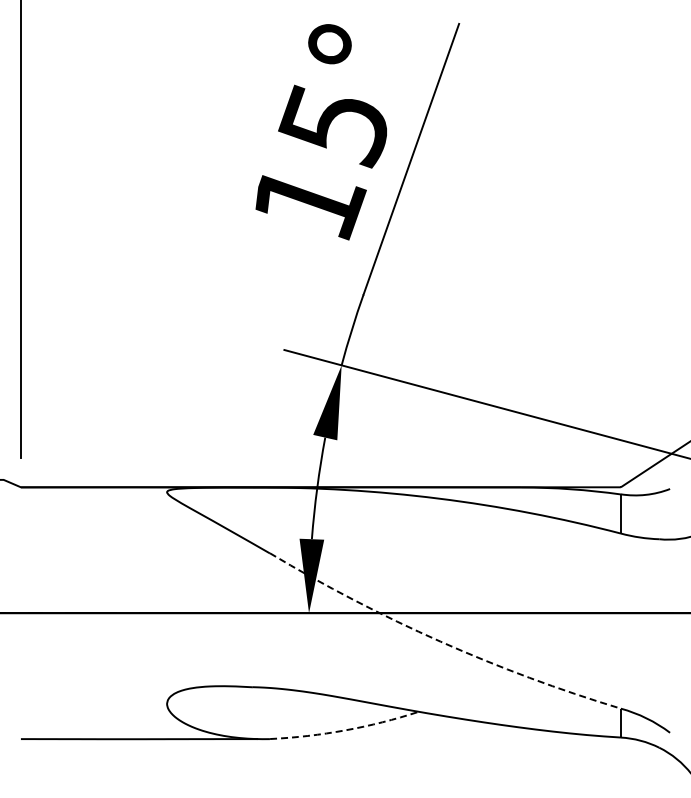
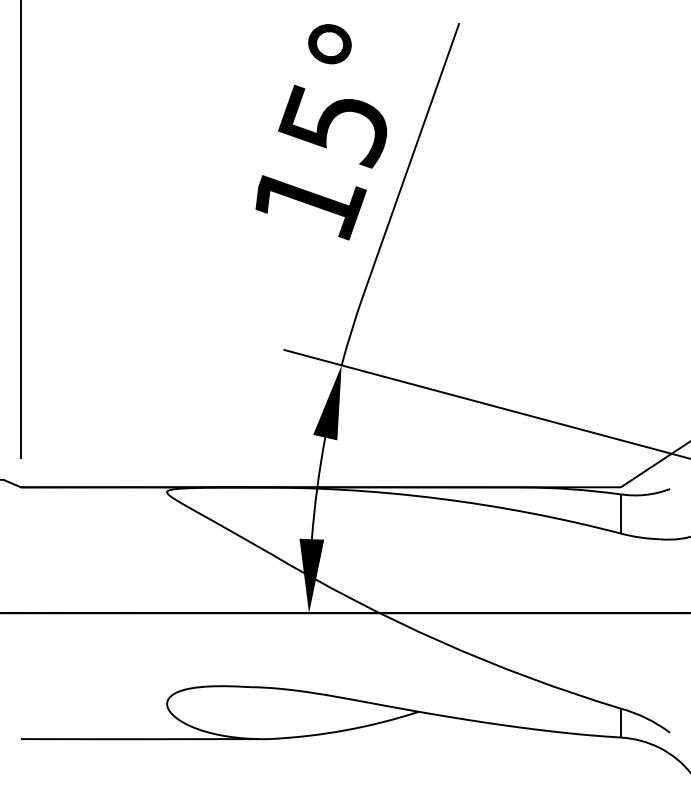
arc at (440, 641): dashed -> solid
arc at (345, 730): dashed -> solid
